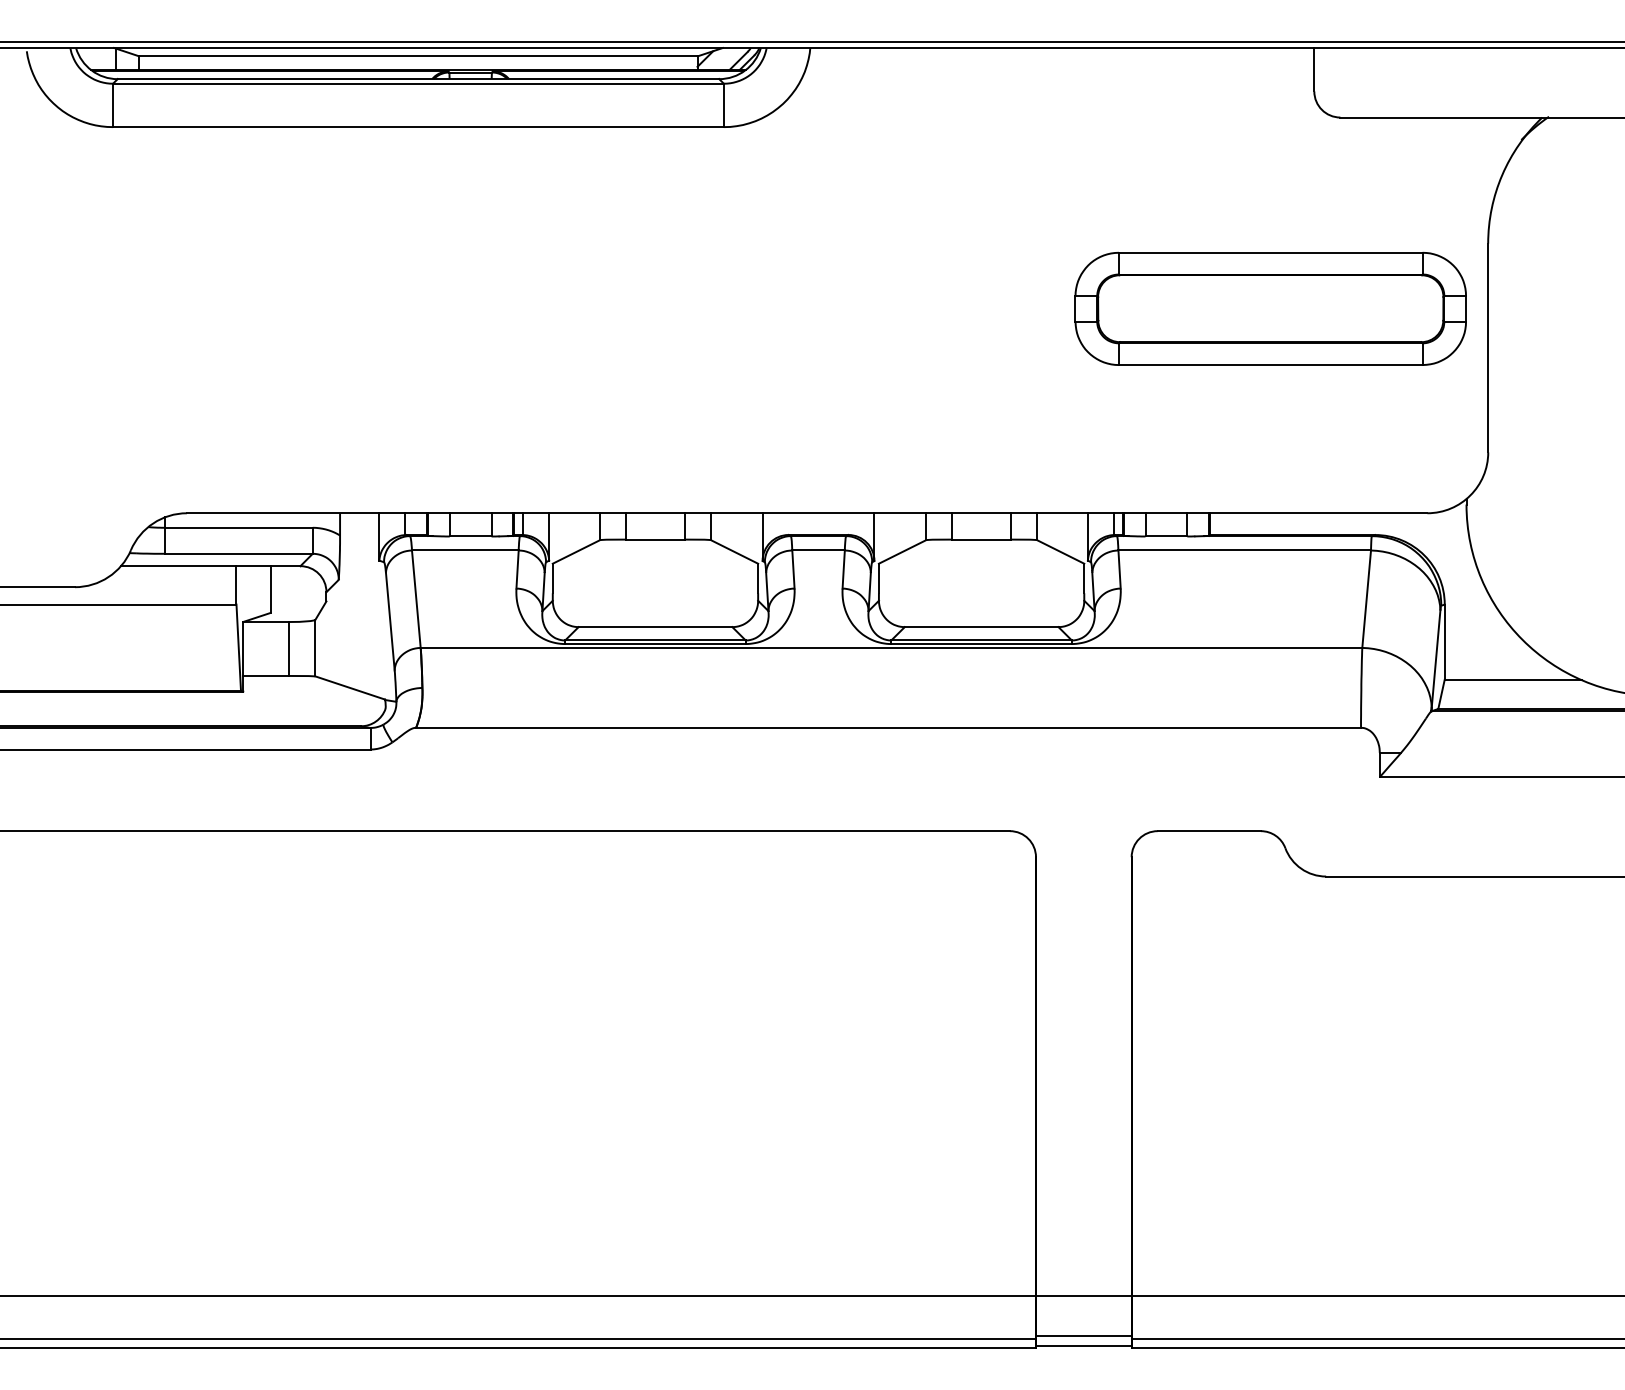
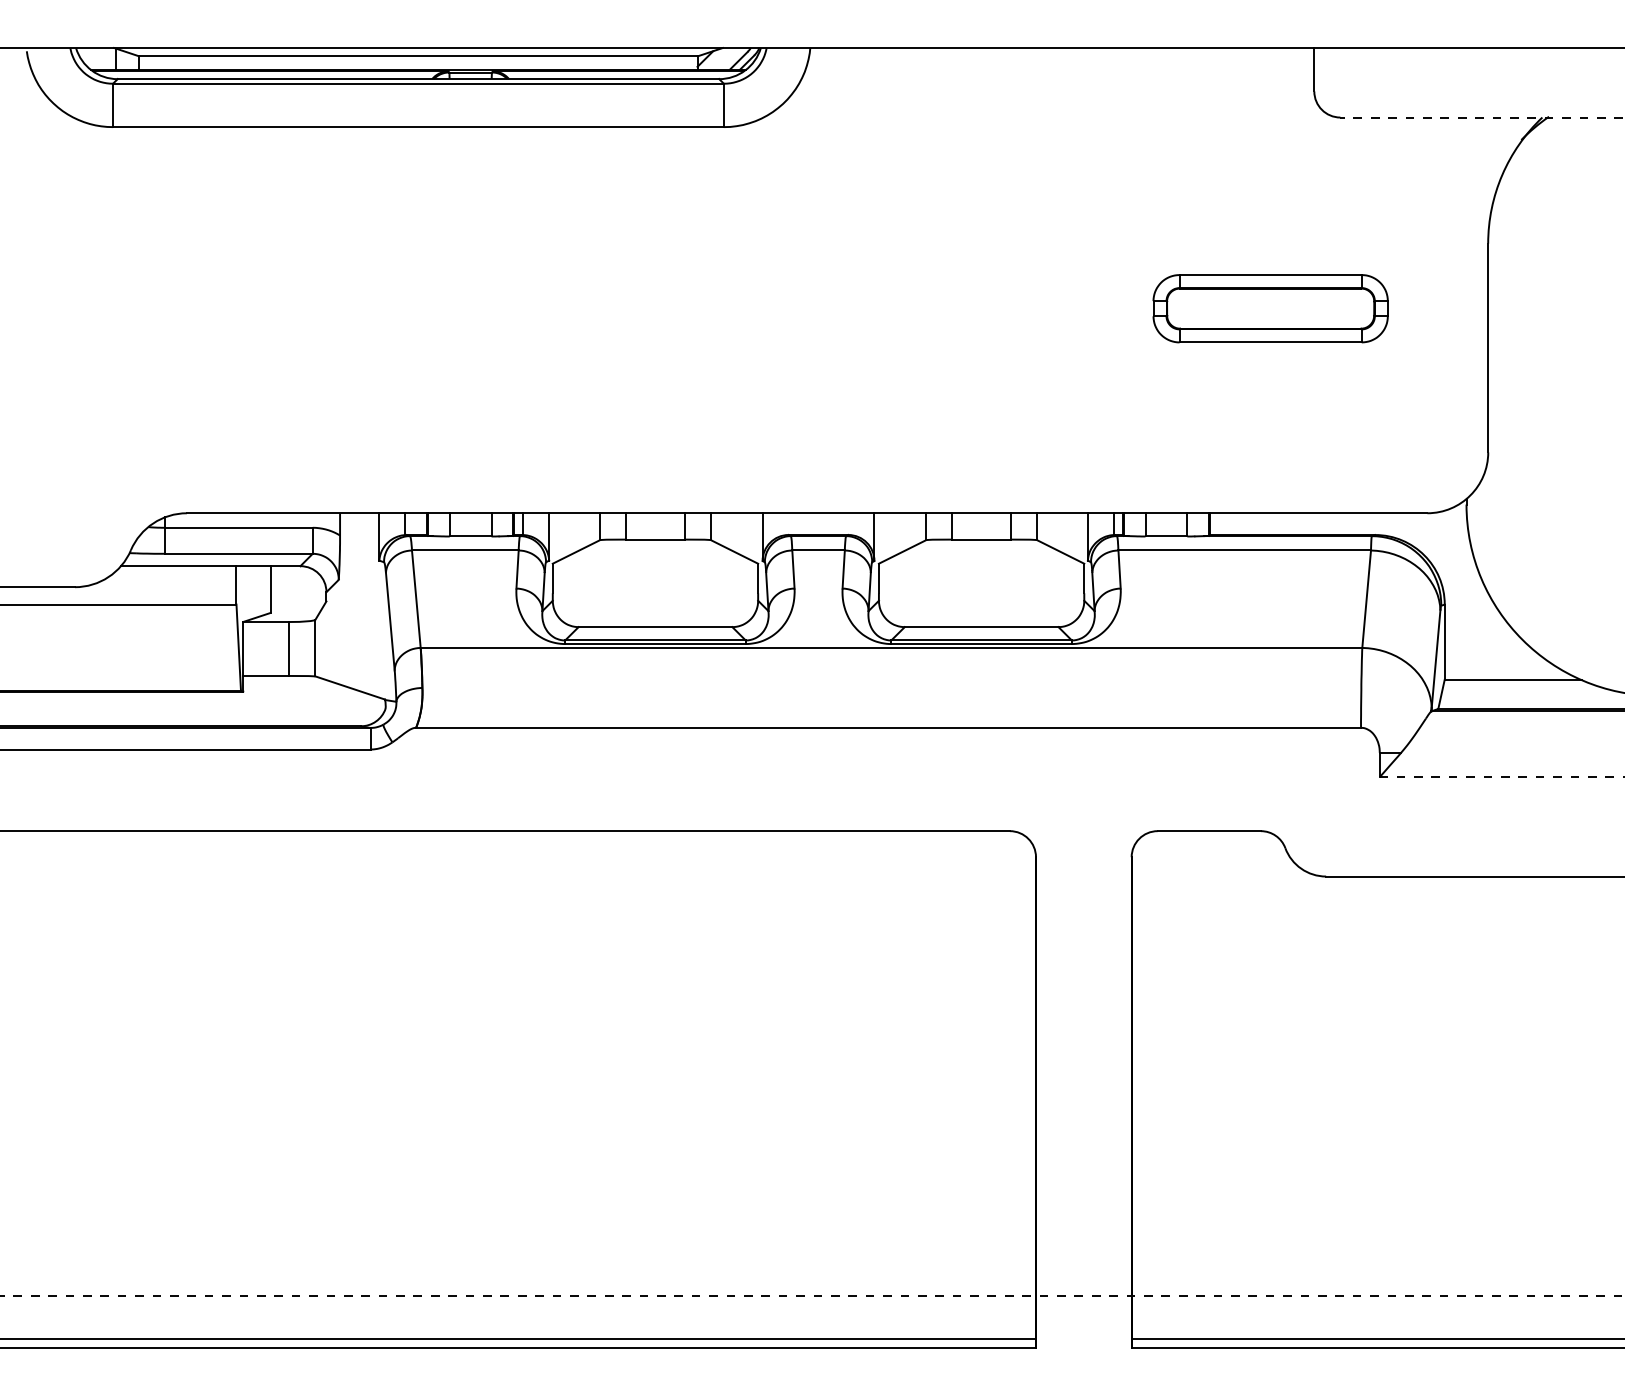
line at (811, 41): present -> none
line at (1482, 117): solid -> dashed
part at (1270, 308) size: 393x115 px -> 237x70 px
line at (1501, 777): solid -> dashed
line at (812, 1295): solid -> dashed
line at (1083, 1336): present -> none
line at (1083, 1345): present -> none
